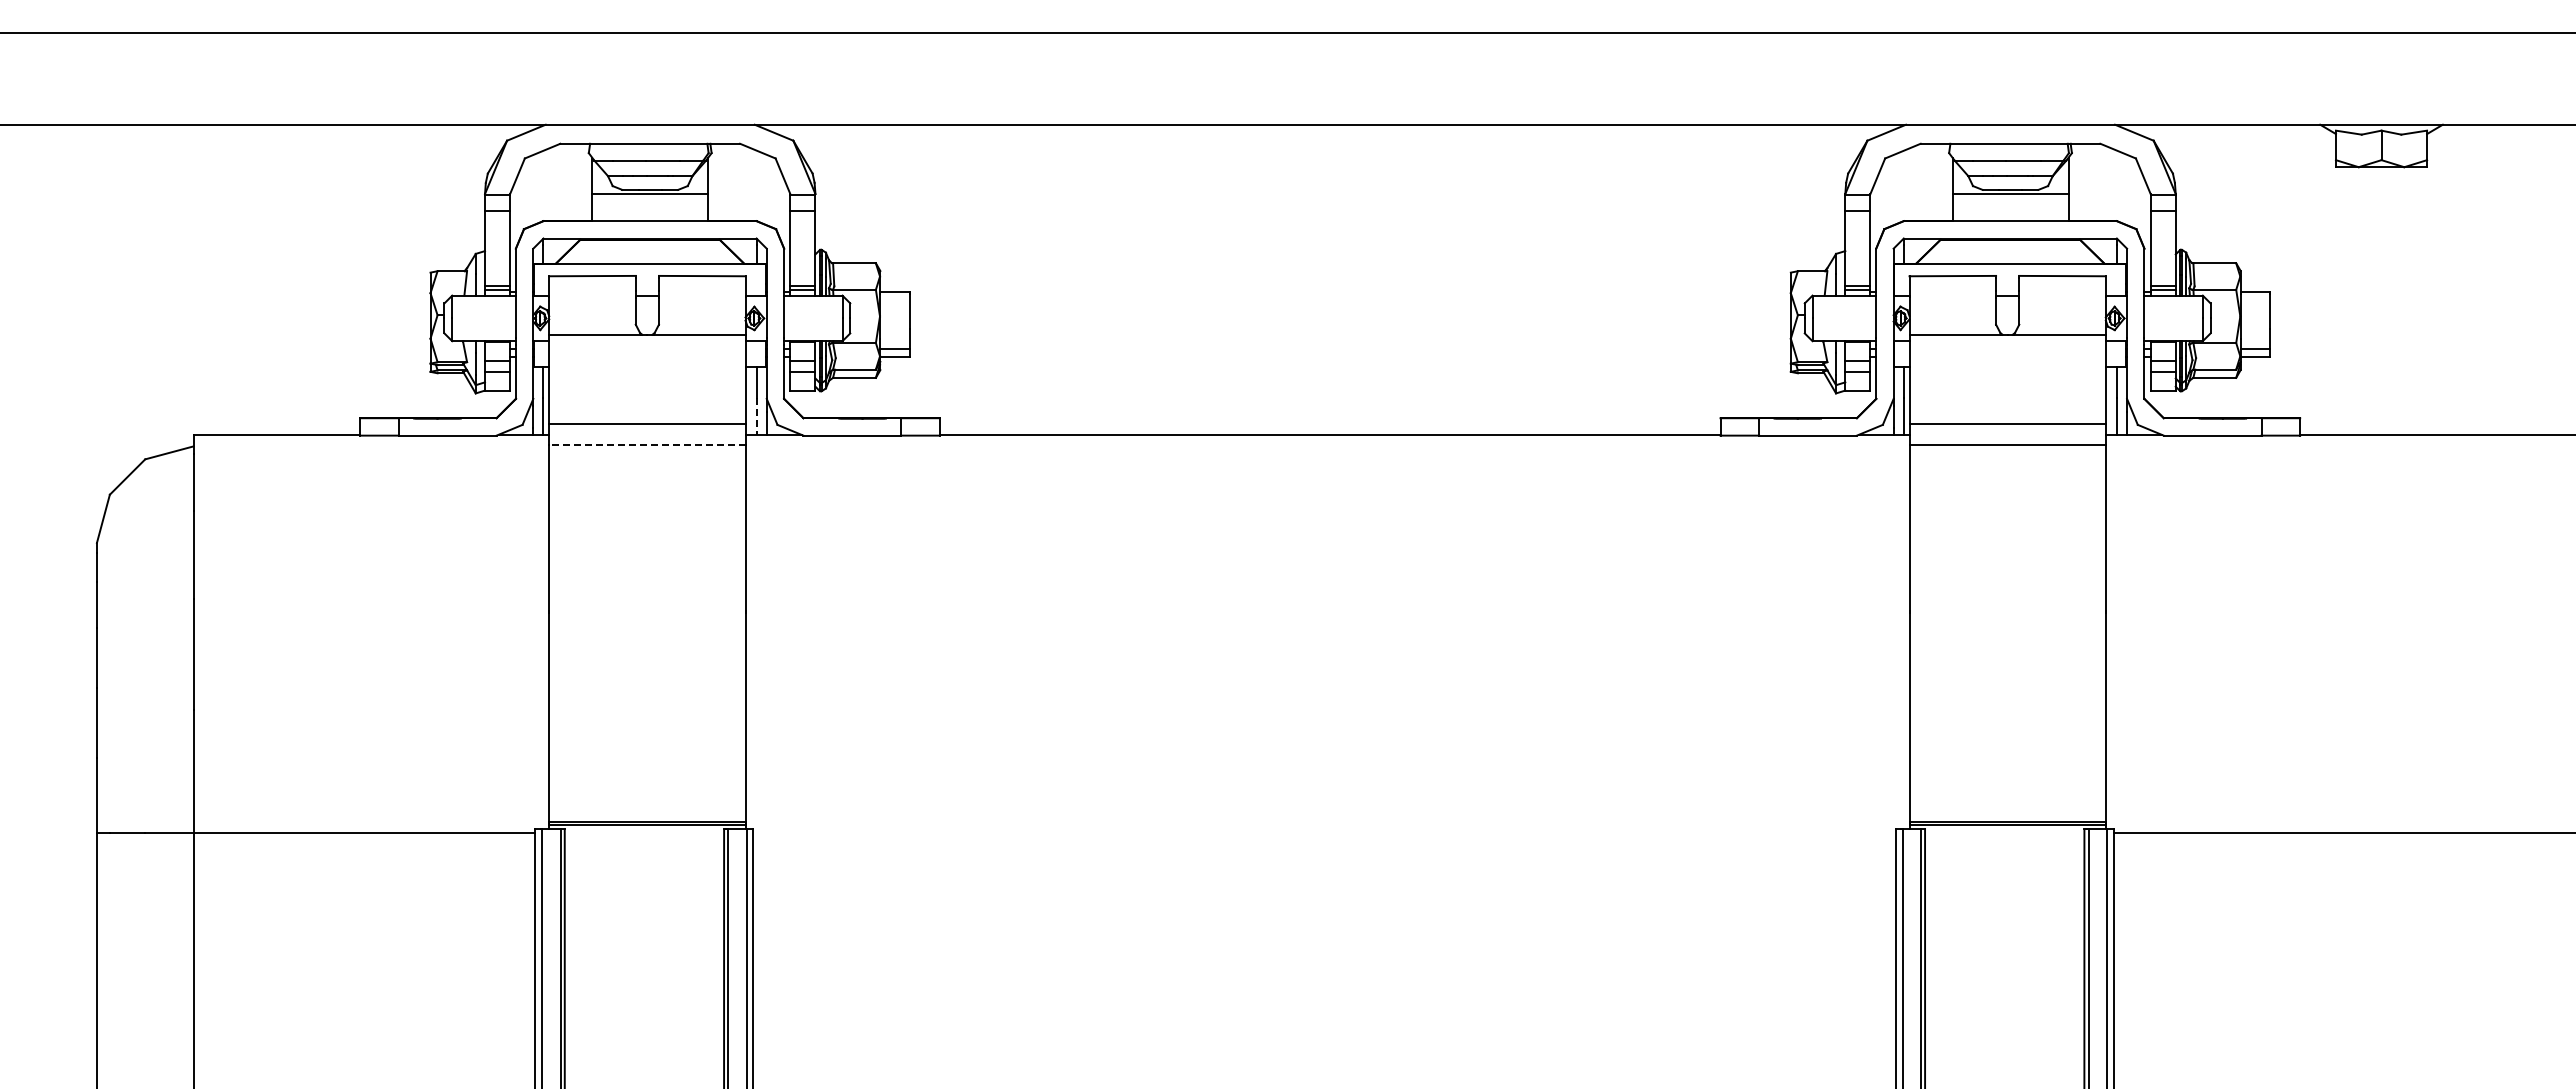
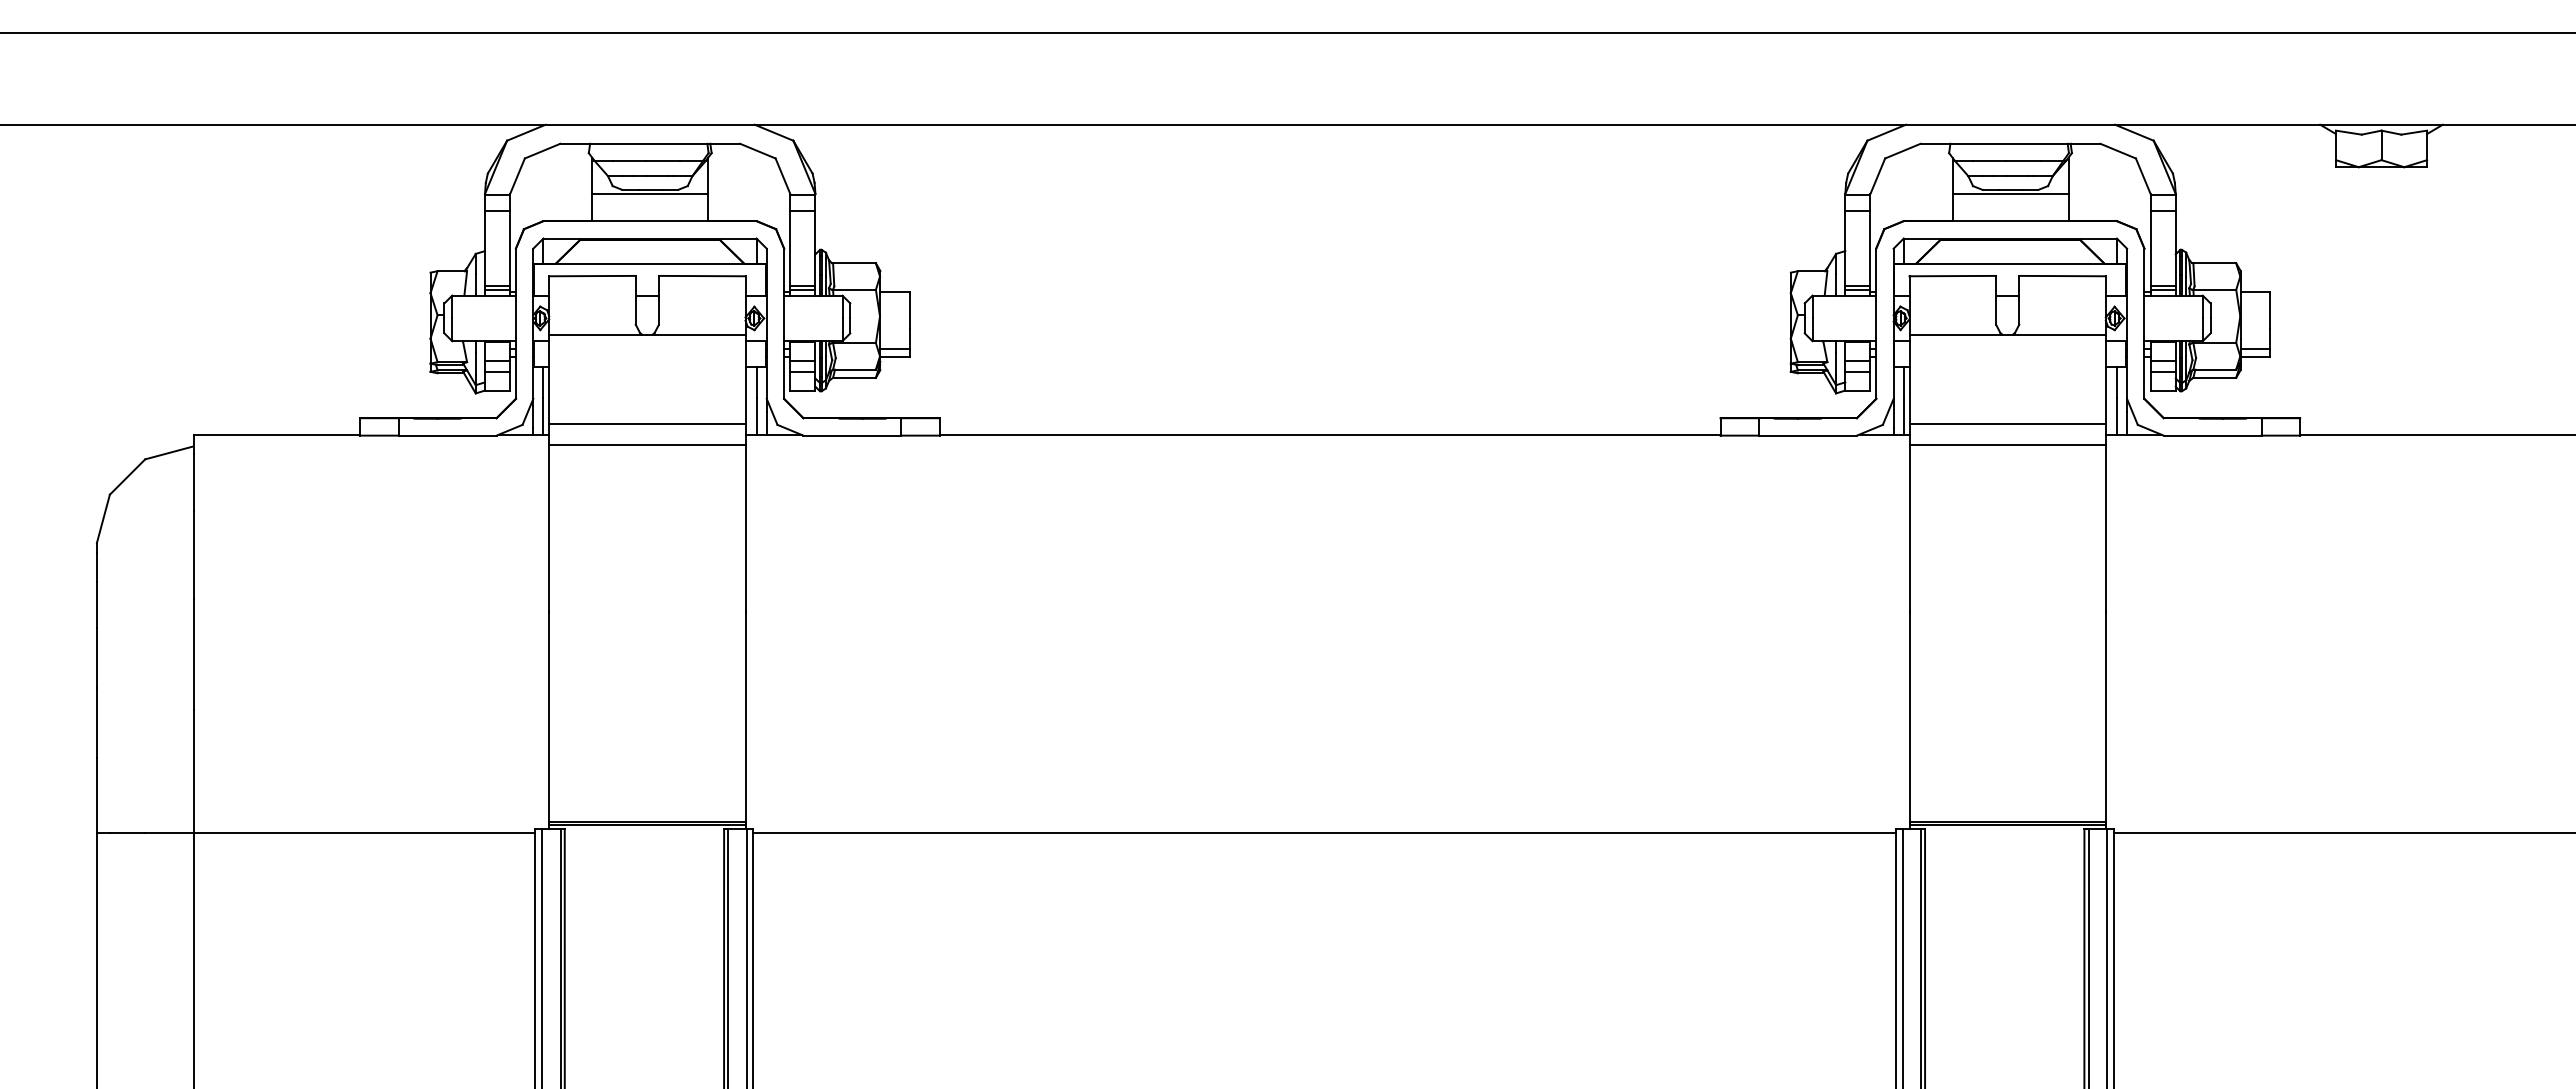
line at (756, 416): dashed -> solid
line at (646, 444): dashed -> solid
line at (1324, 832): none -> present
